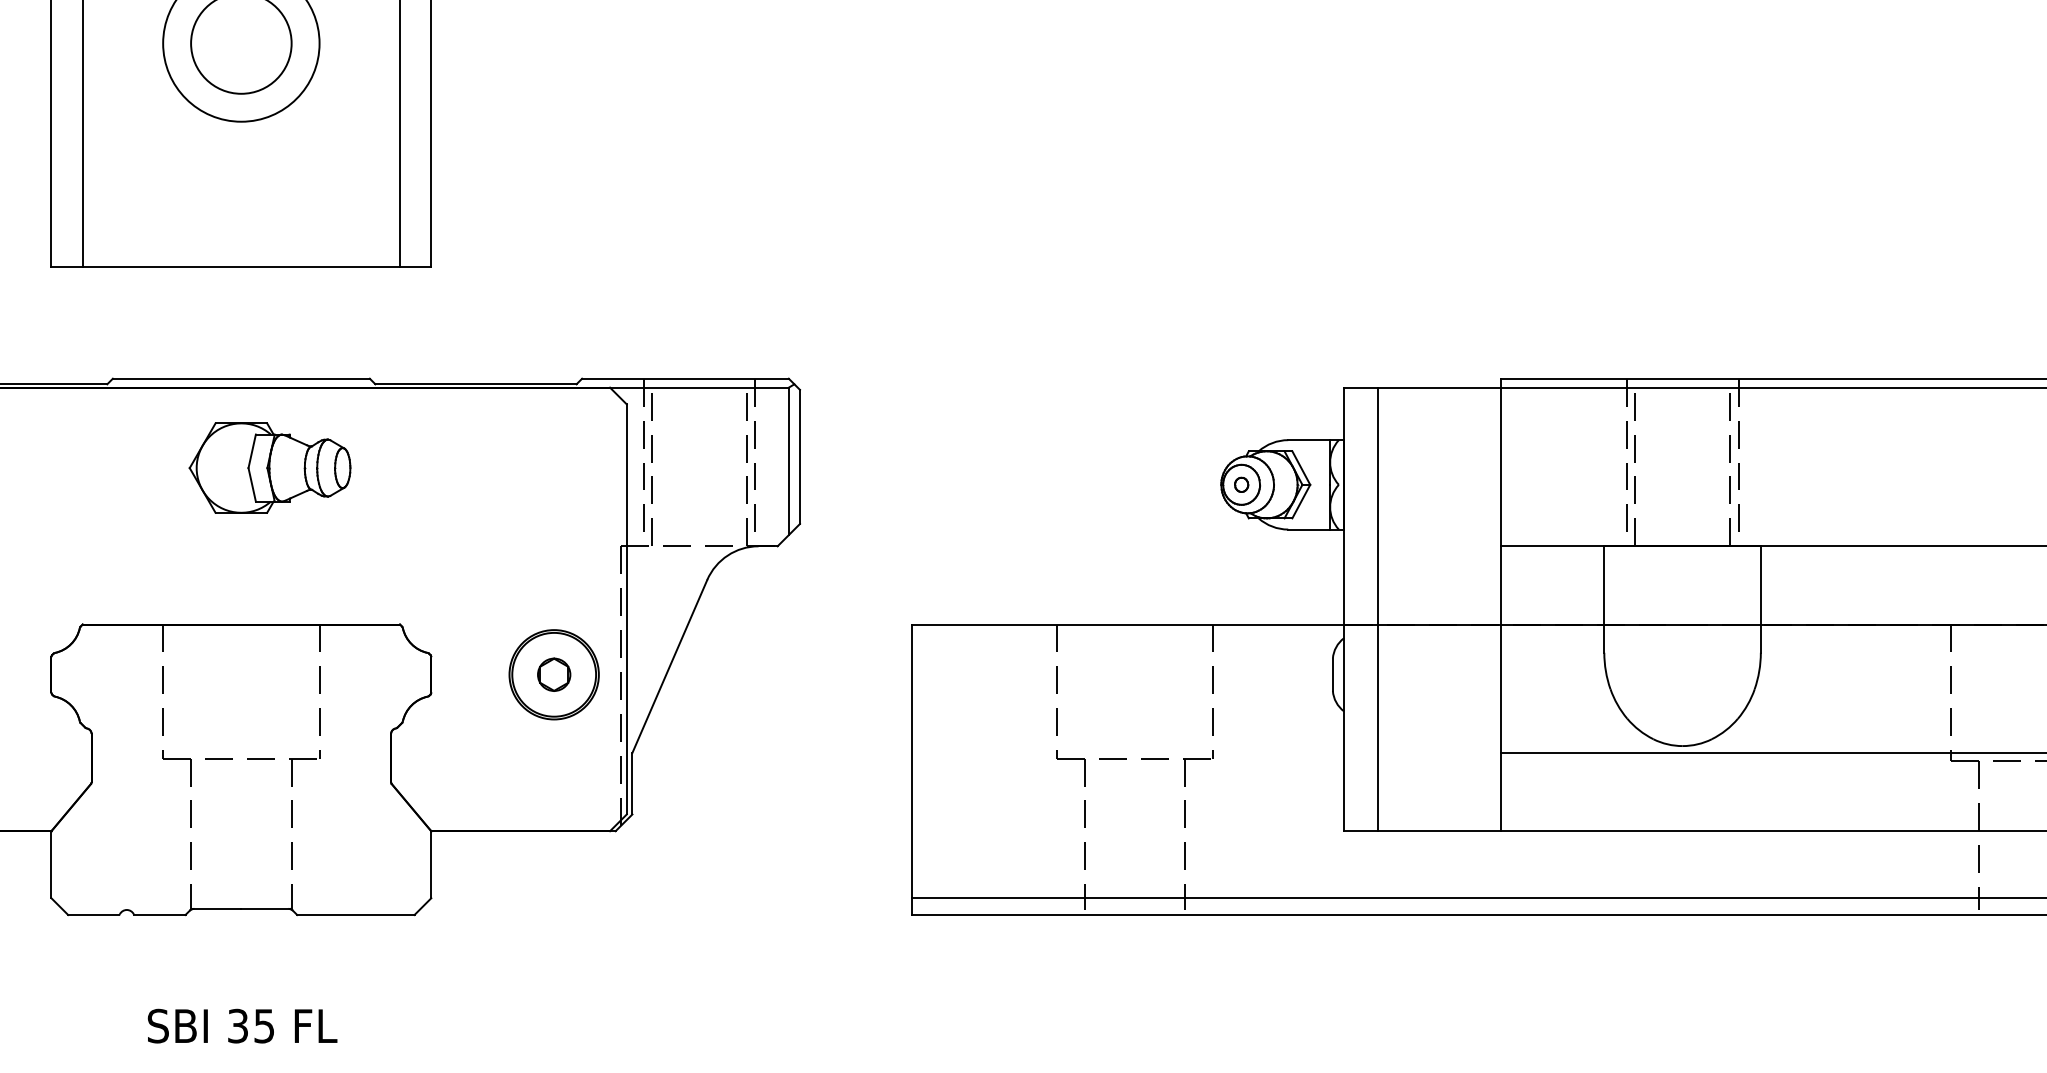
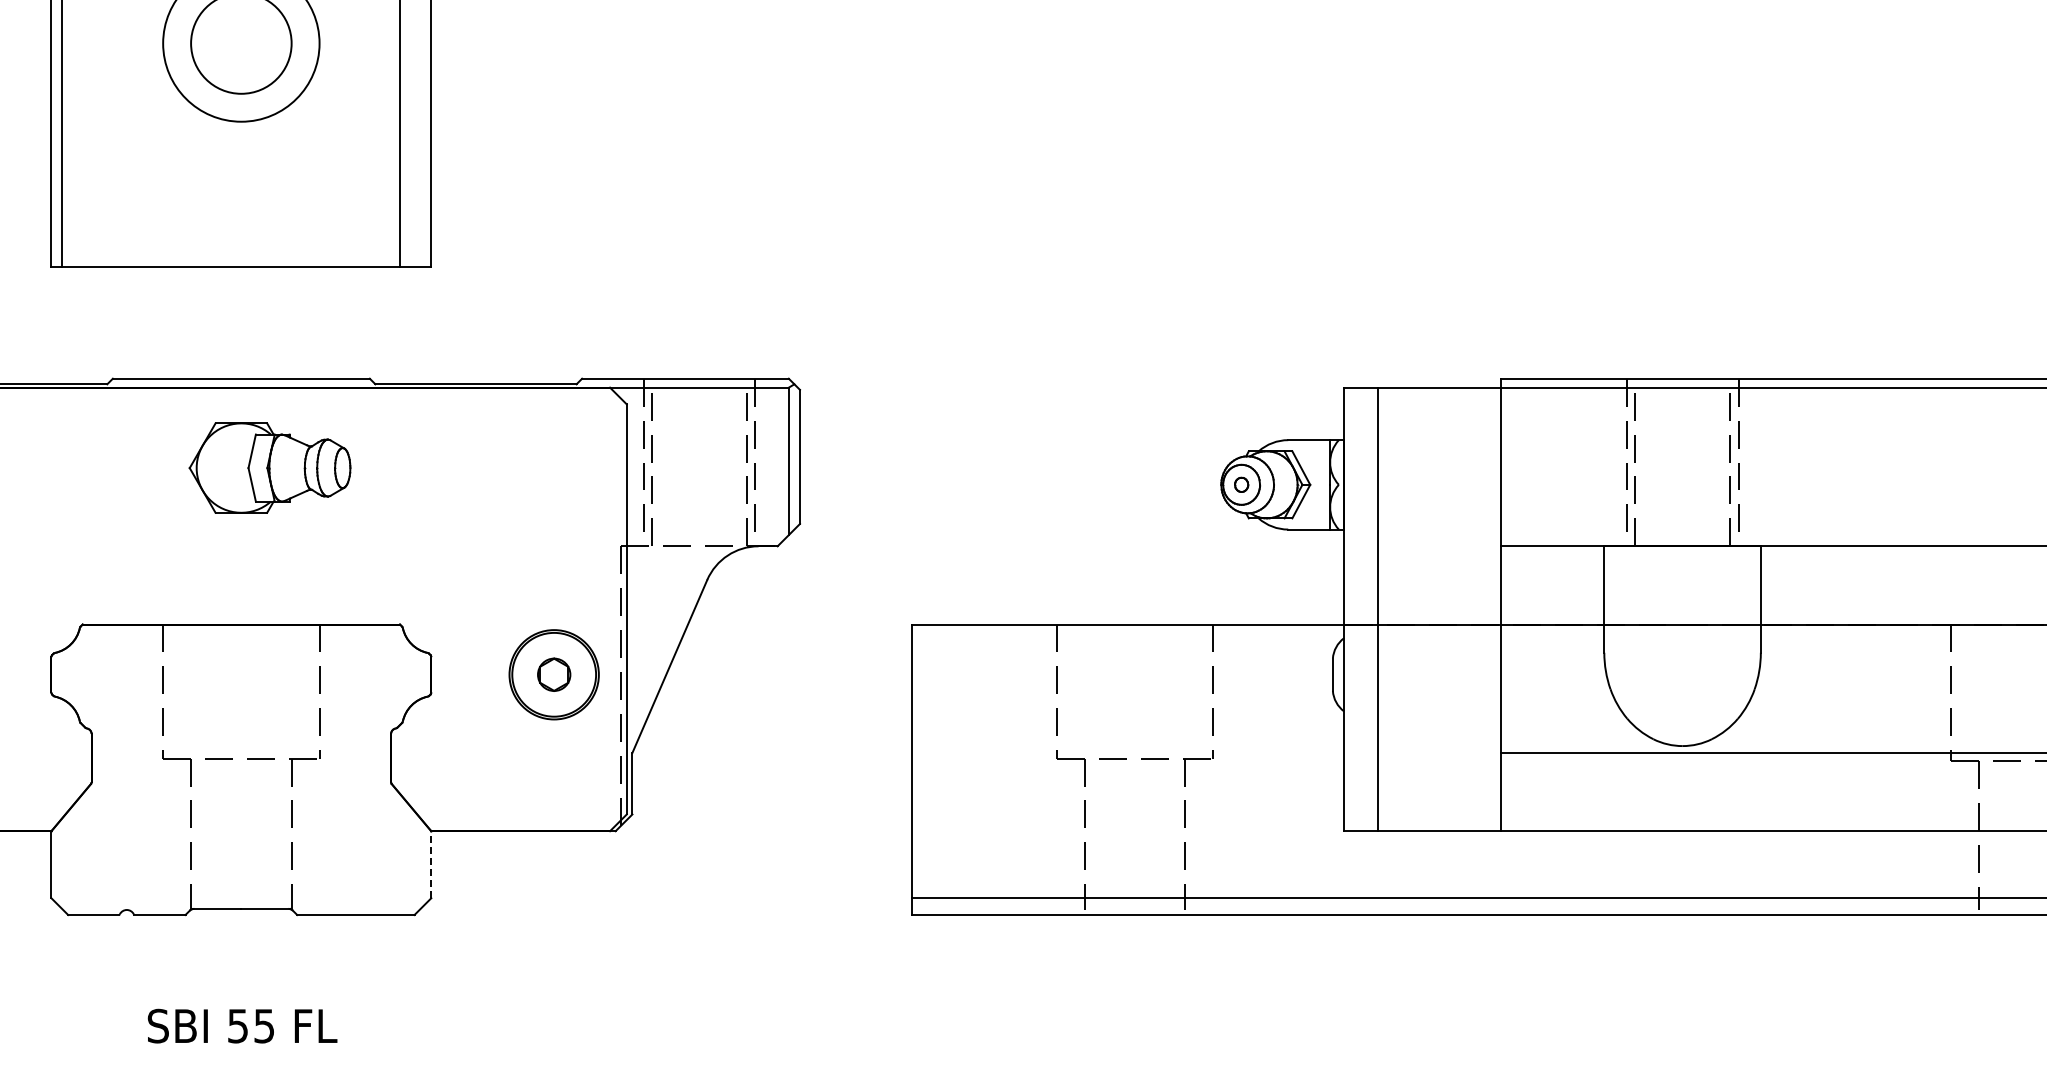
line at (82, 134) position: (82, 134) -> (61, 134)
line at (431, 865): solid -> dashed
text at (237, 1025): 35 -> 55
